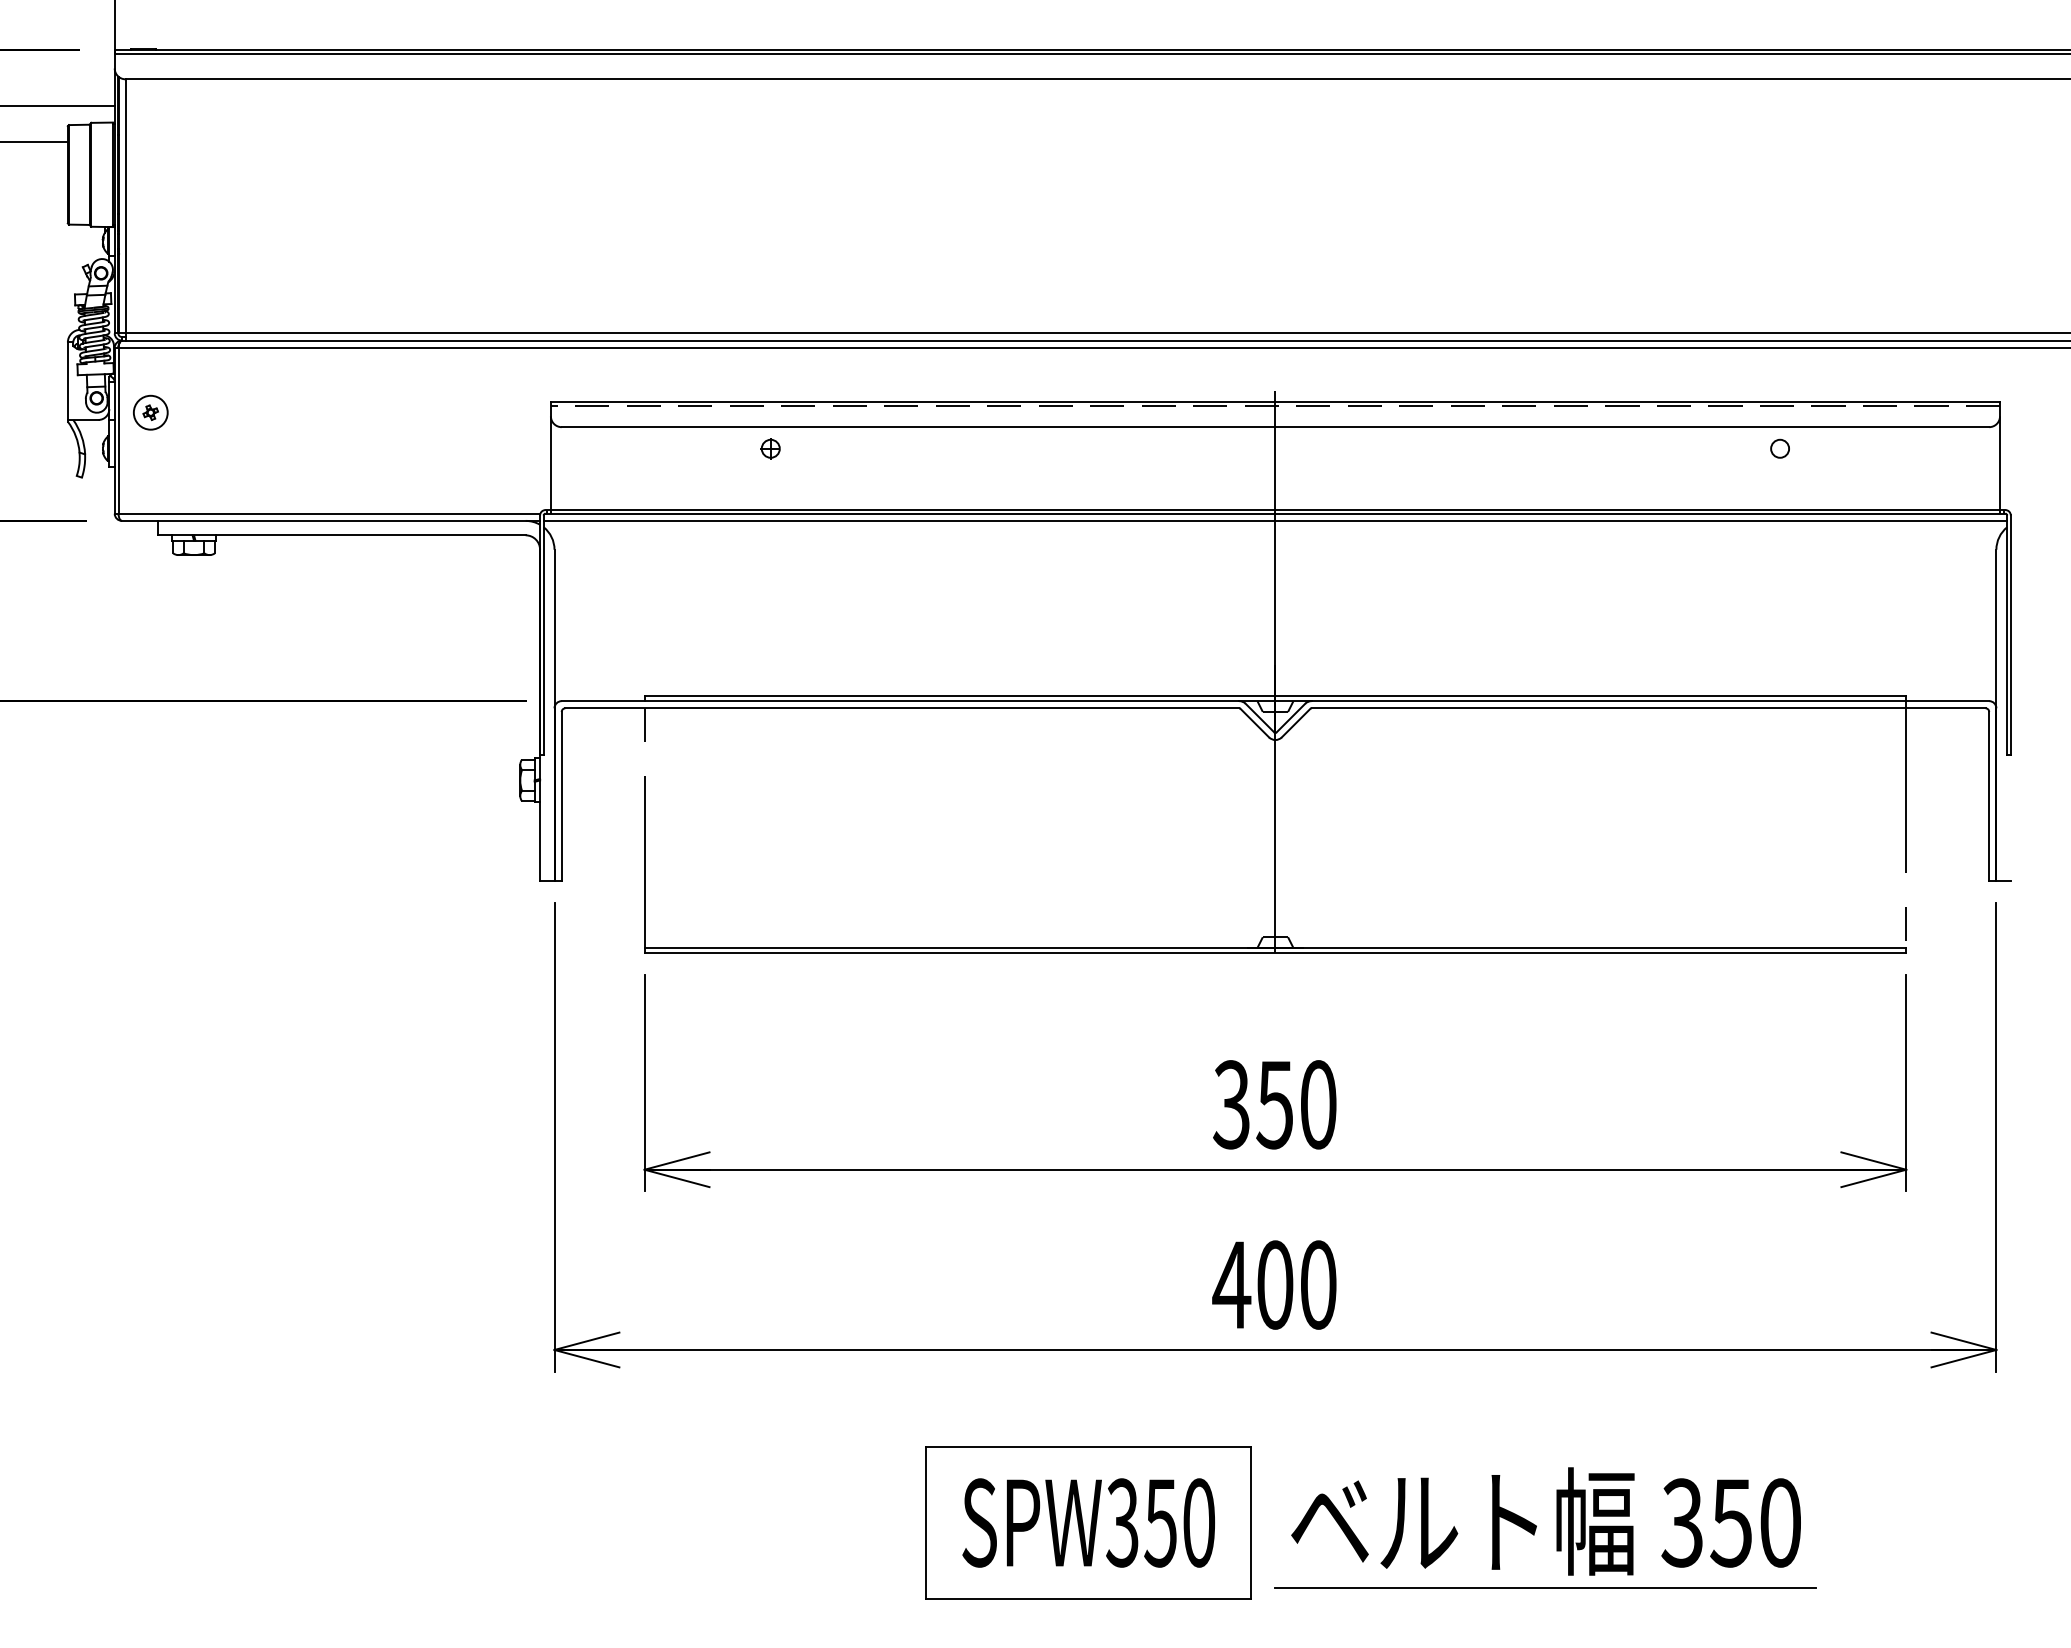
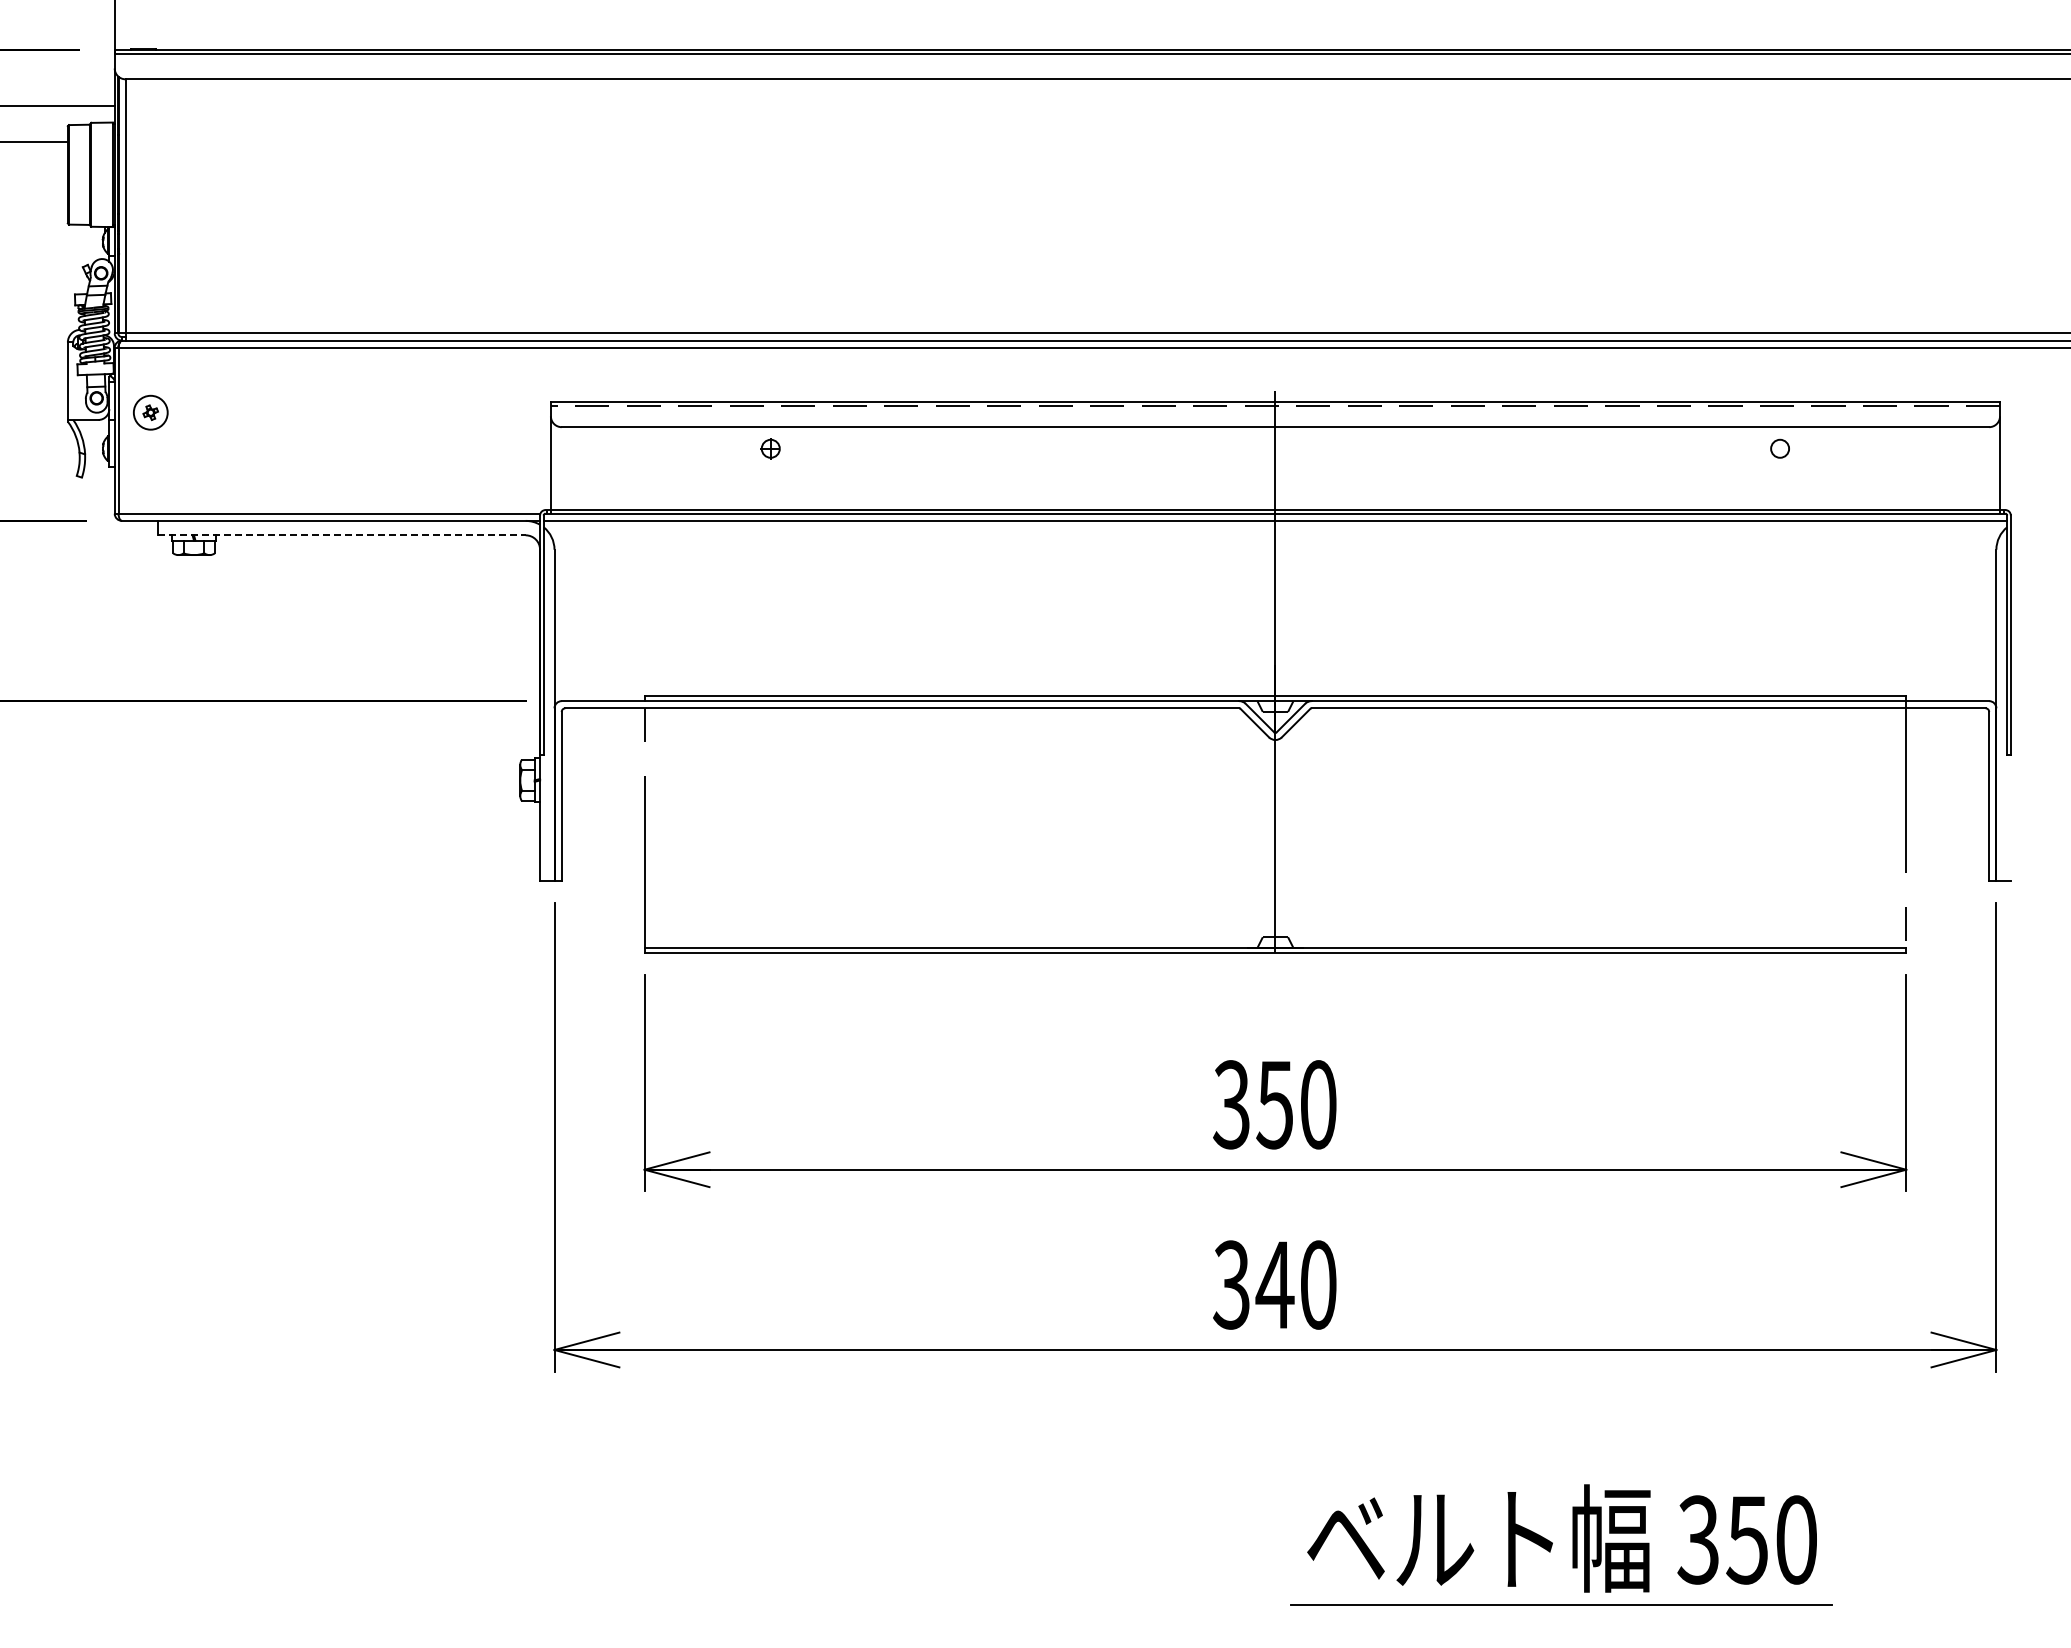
line at (341, 535): solid -> dashed
text at (1253, 1284): 400 -> 340
part at (1088, 1522): present -> none
part at (1536, 1527) position: (1536, 1527) -> (1552, 1544)
